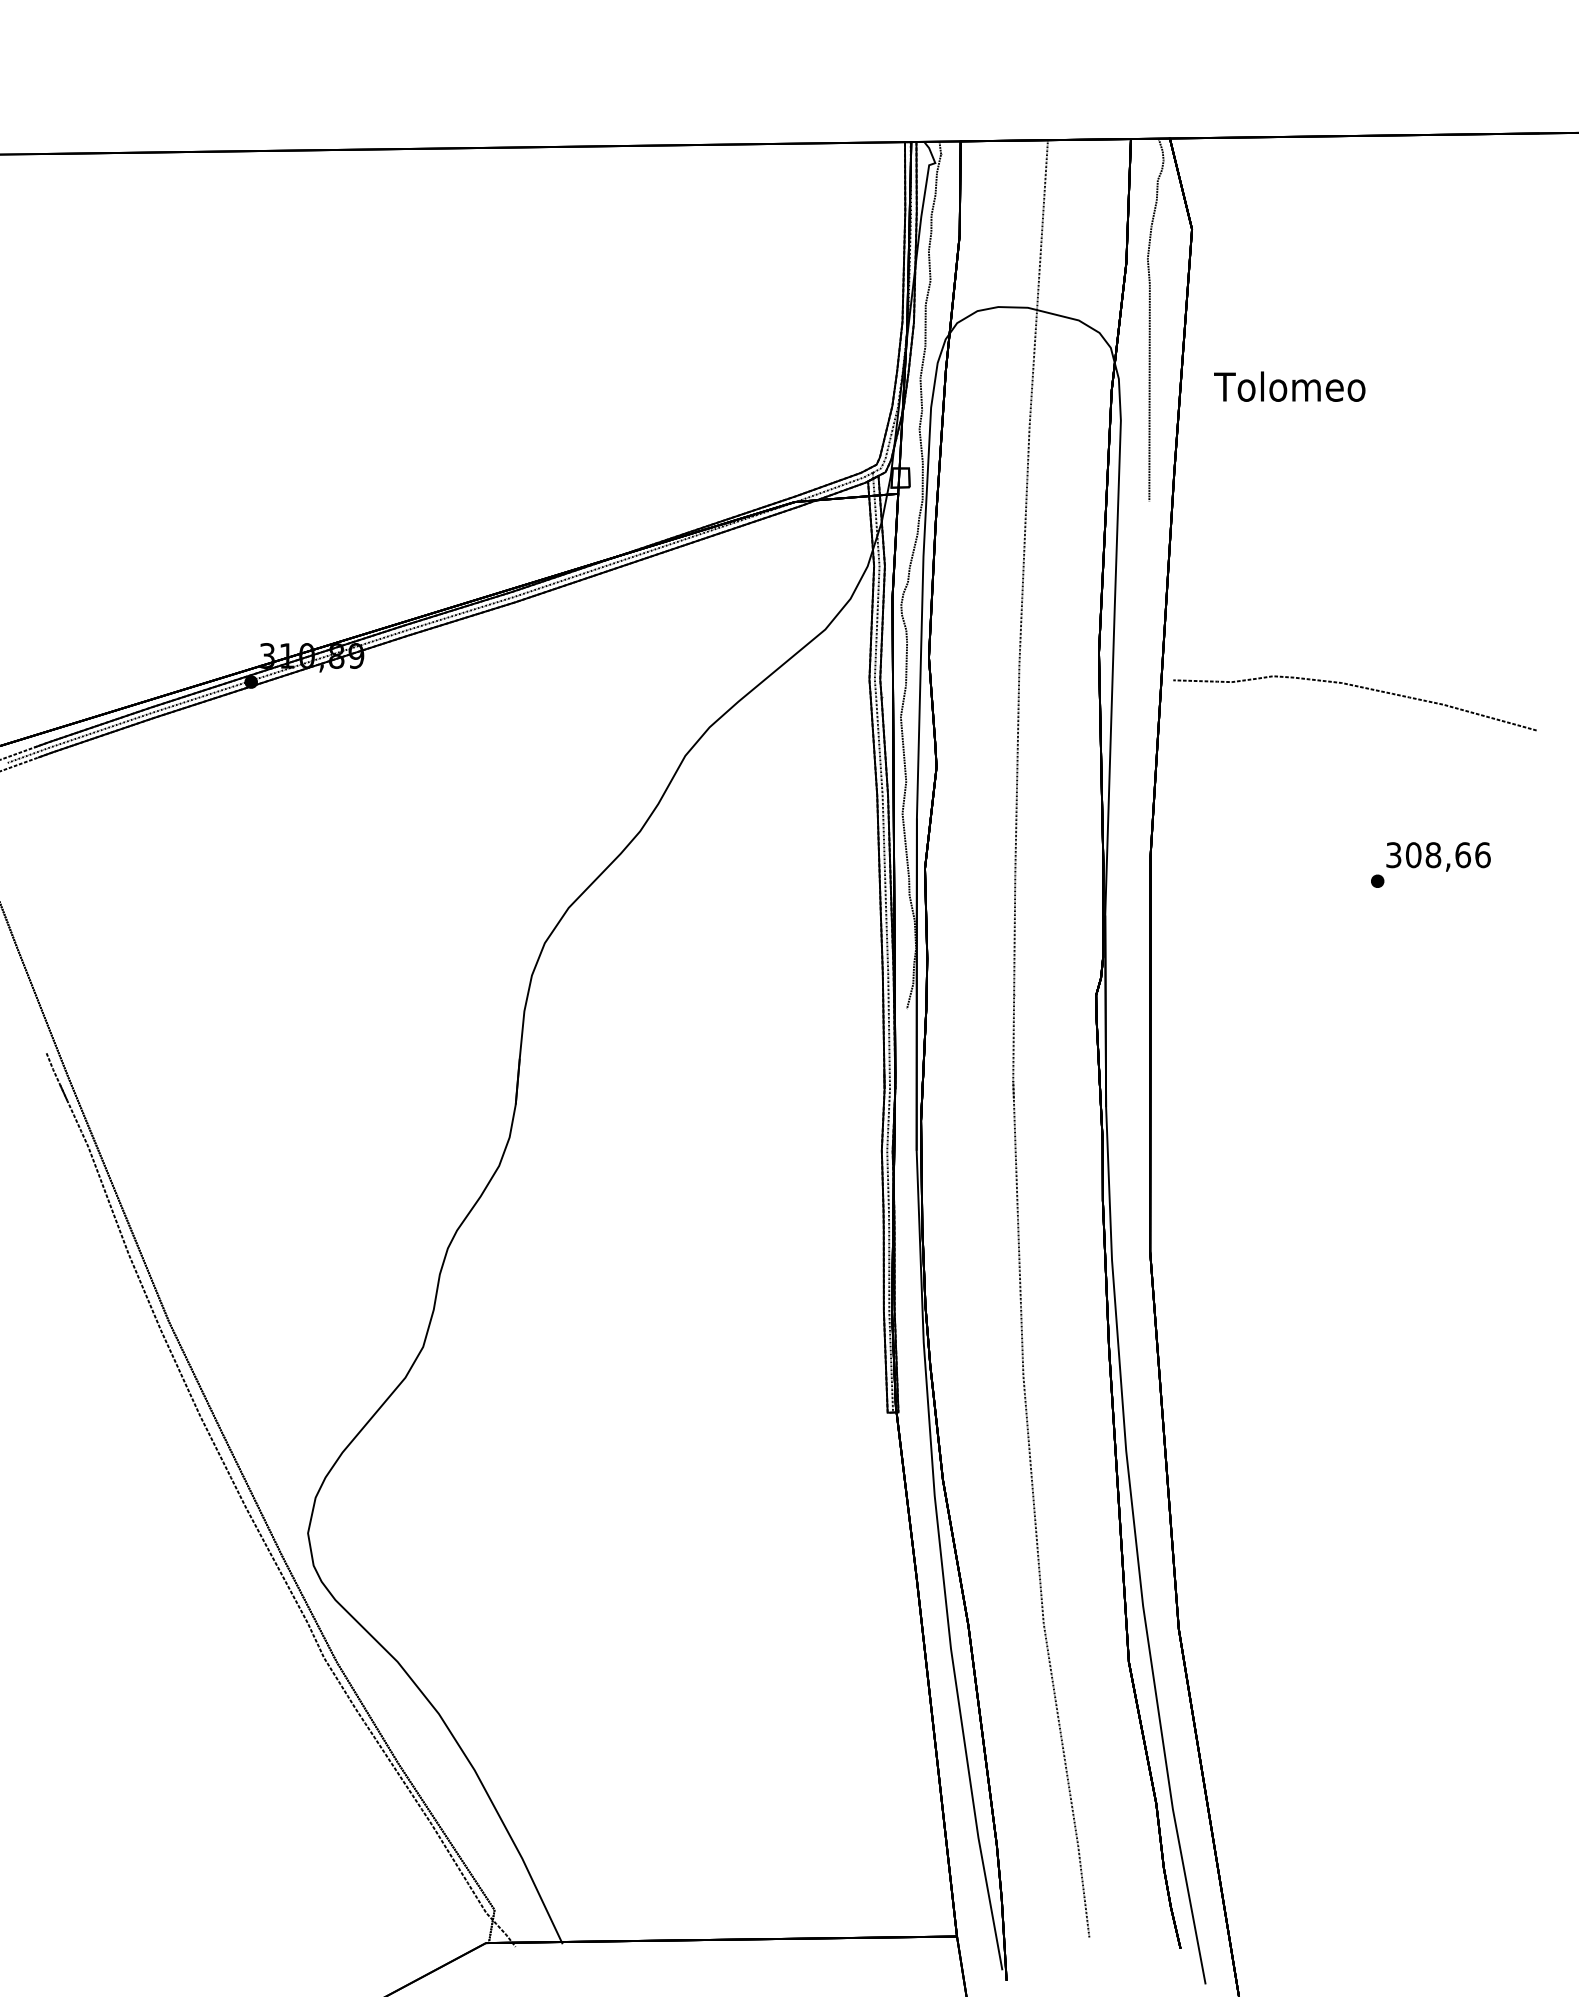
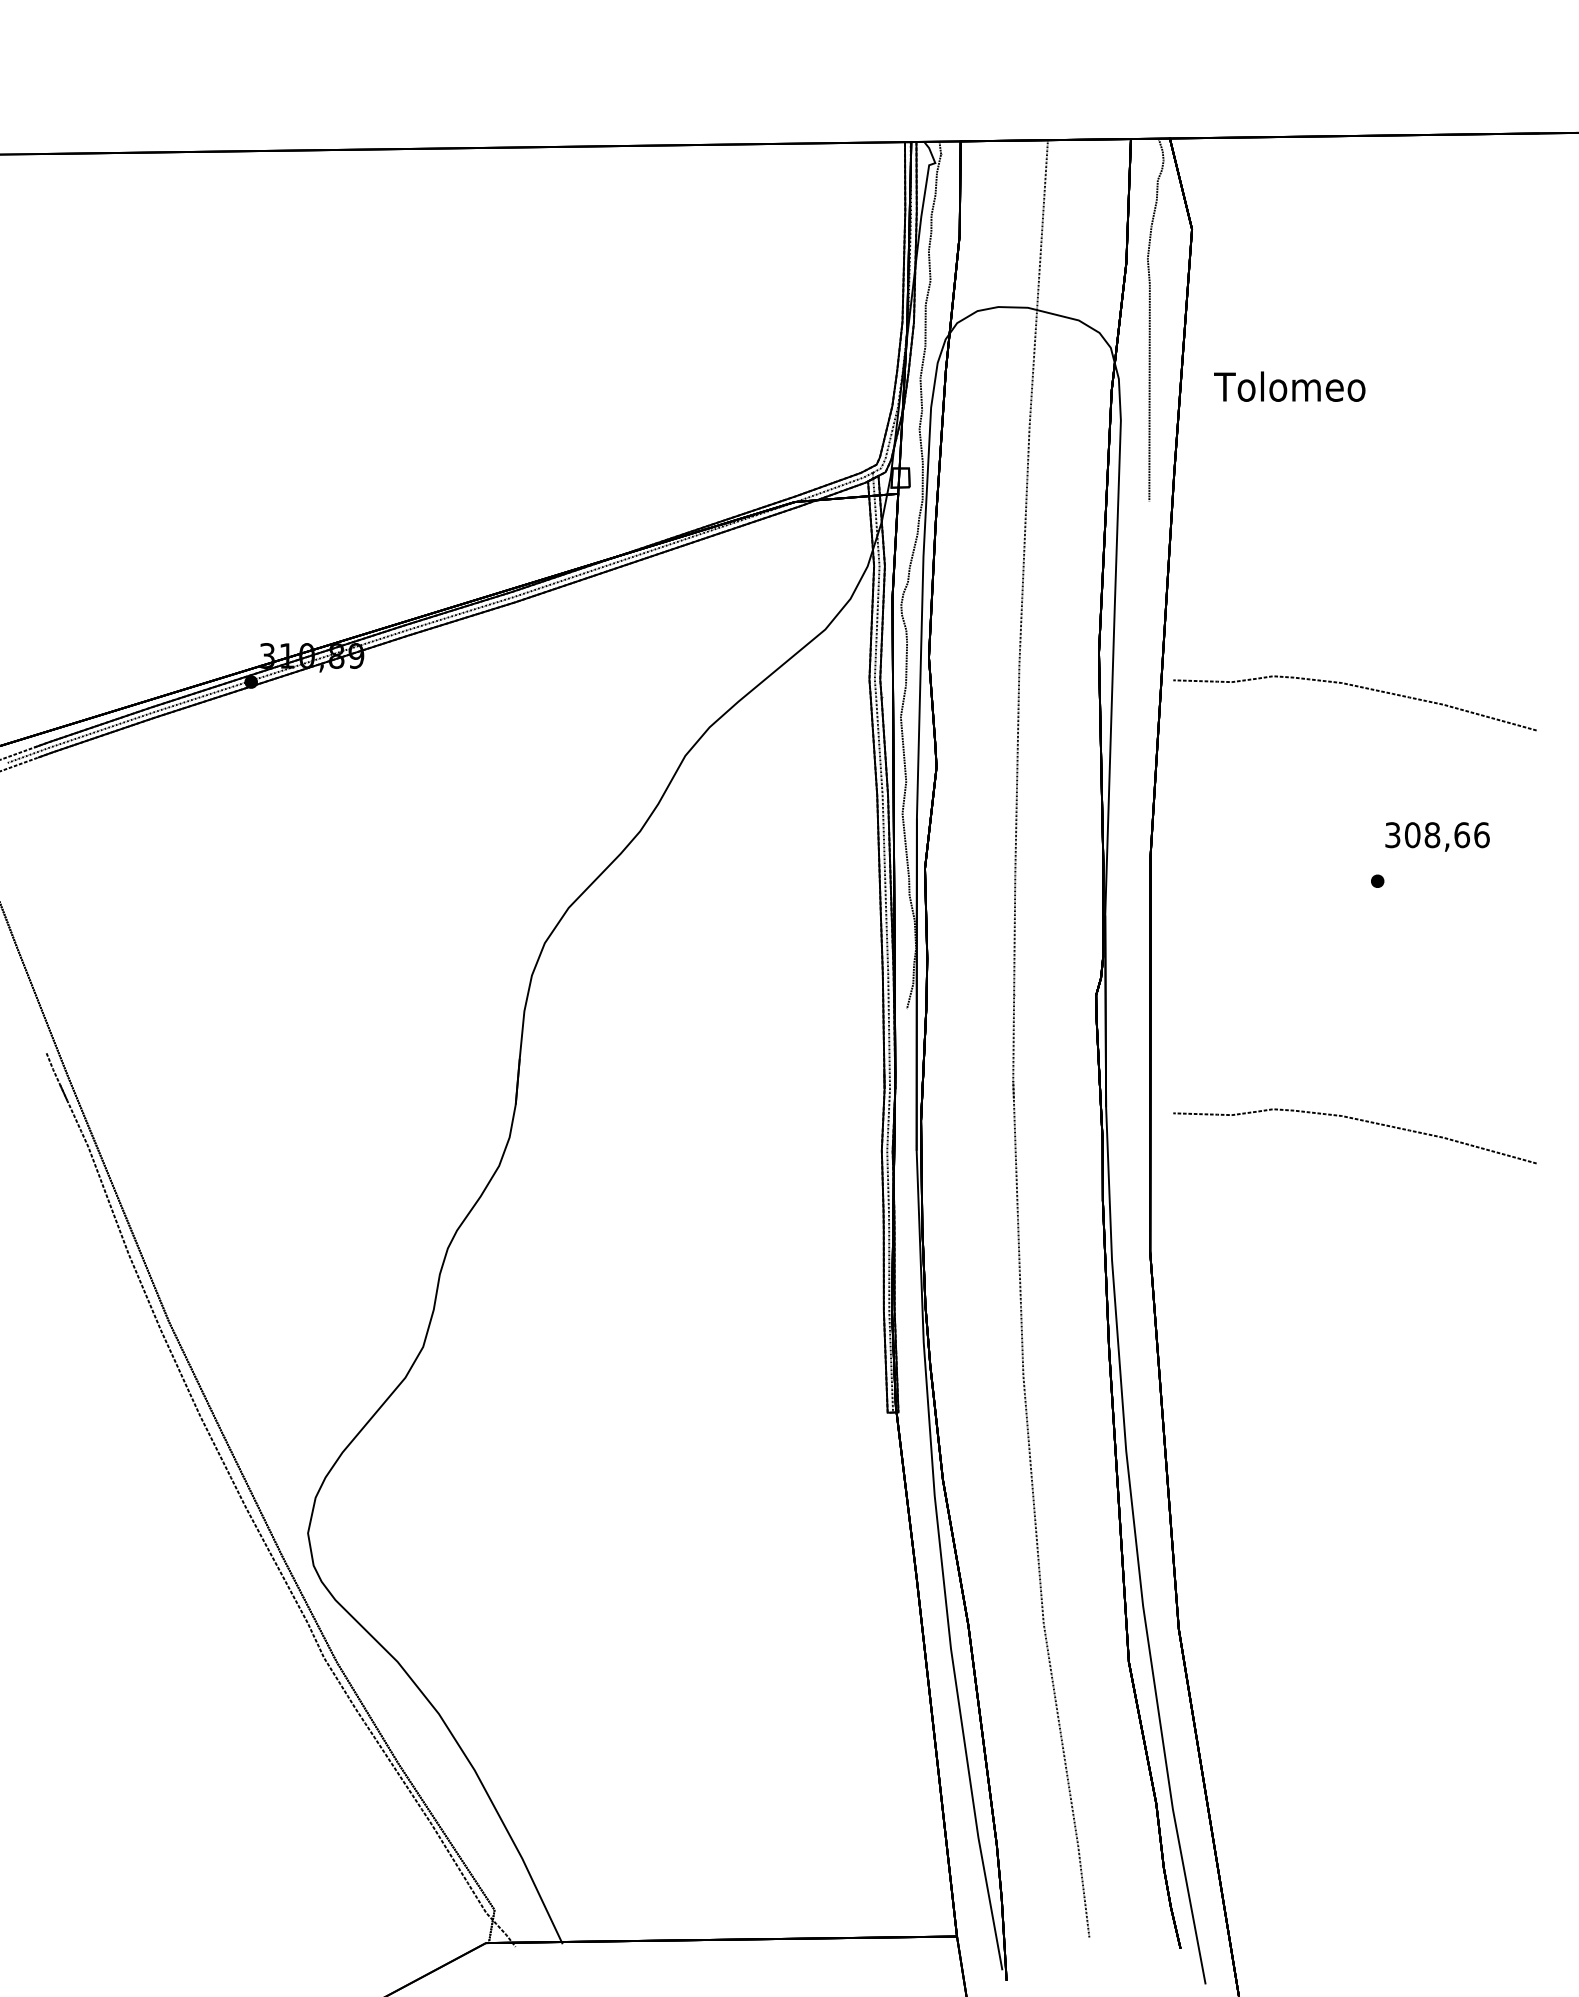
text at (1438, 856) position: (1438, 856) -> (1437, 836)
curve at (1356, 1120): none -> present
